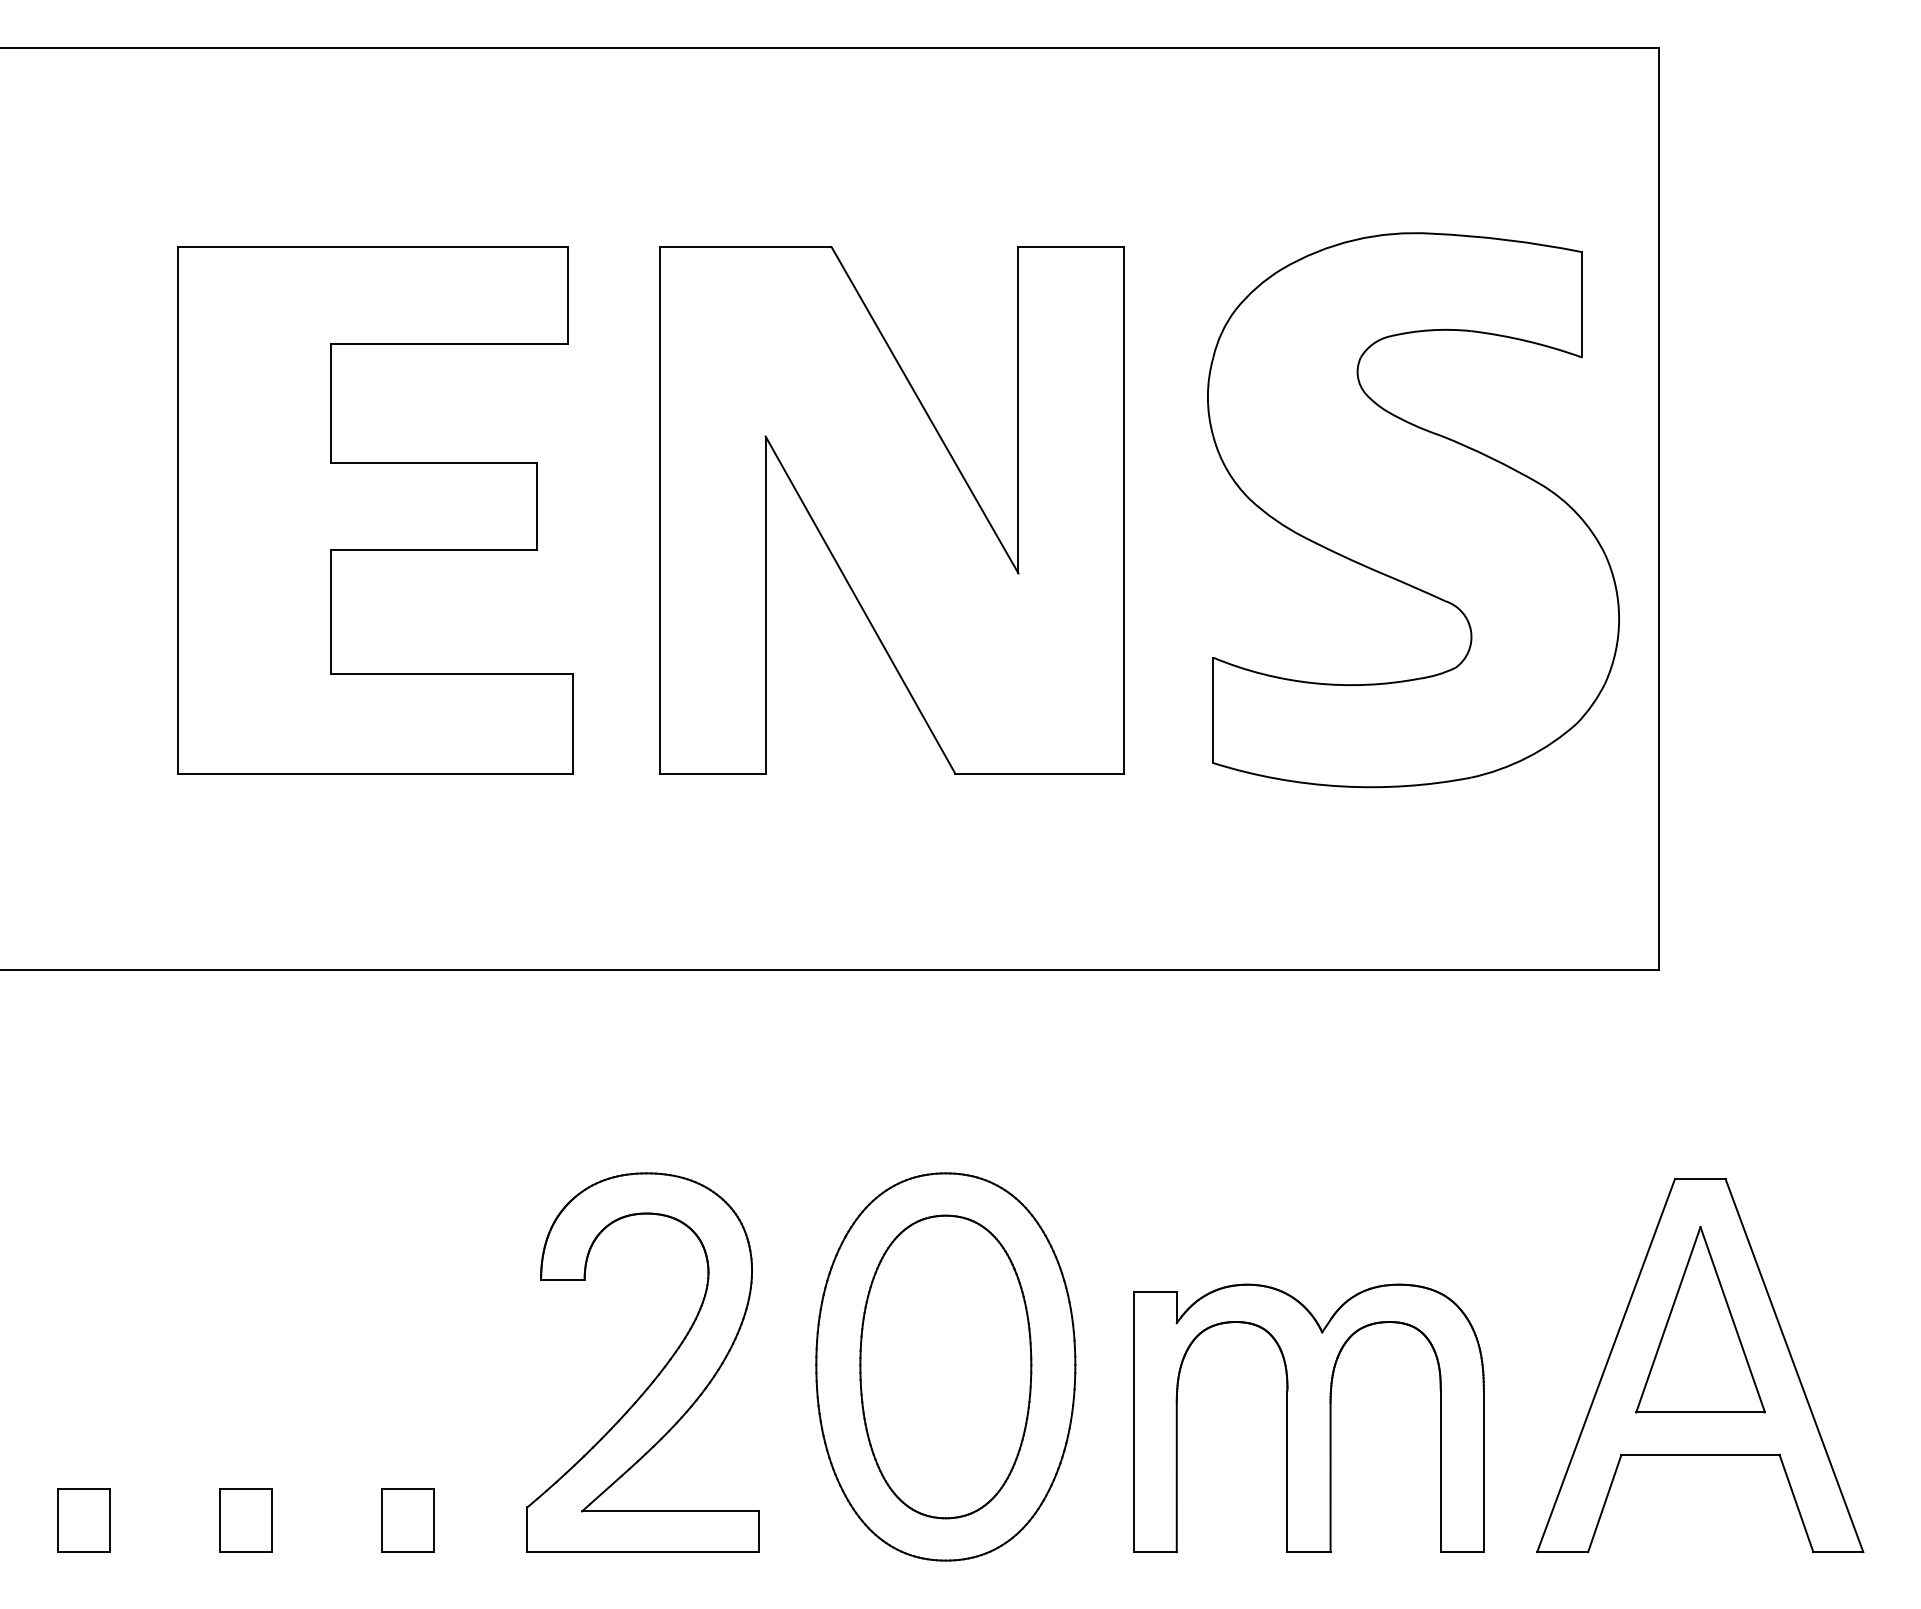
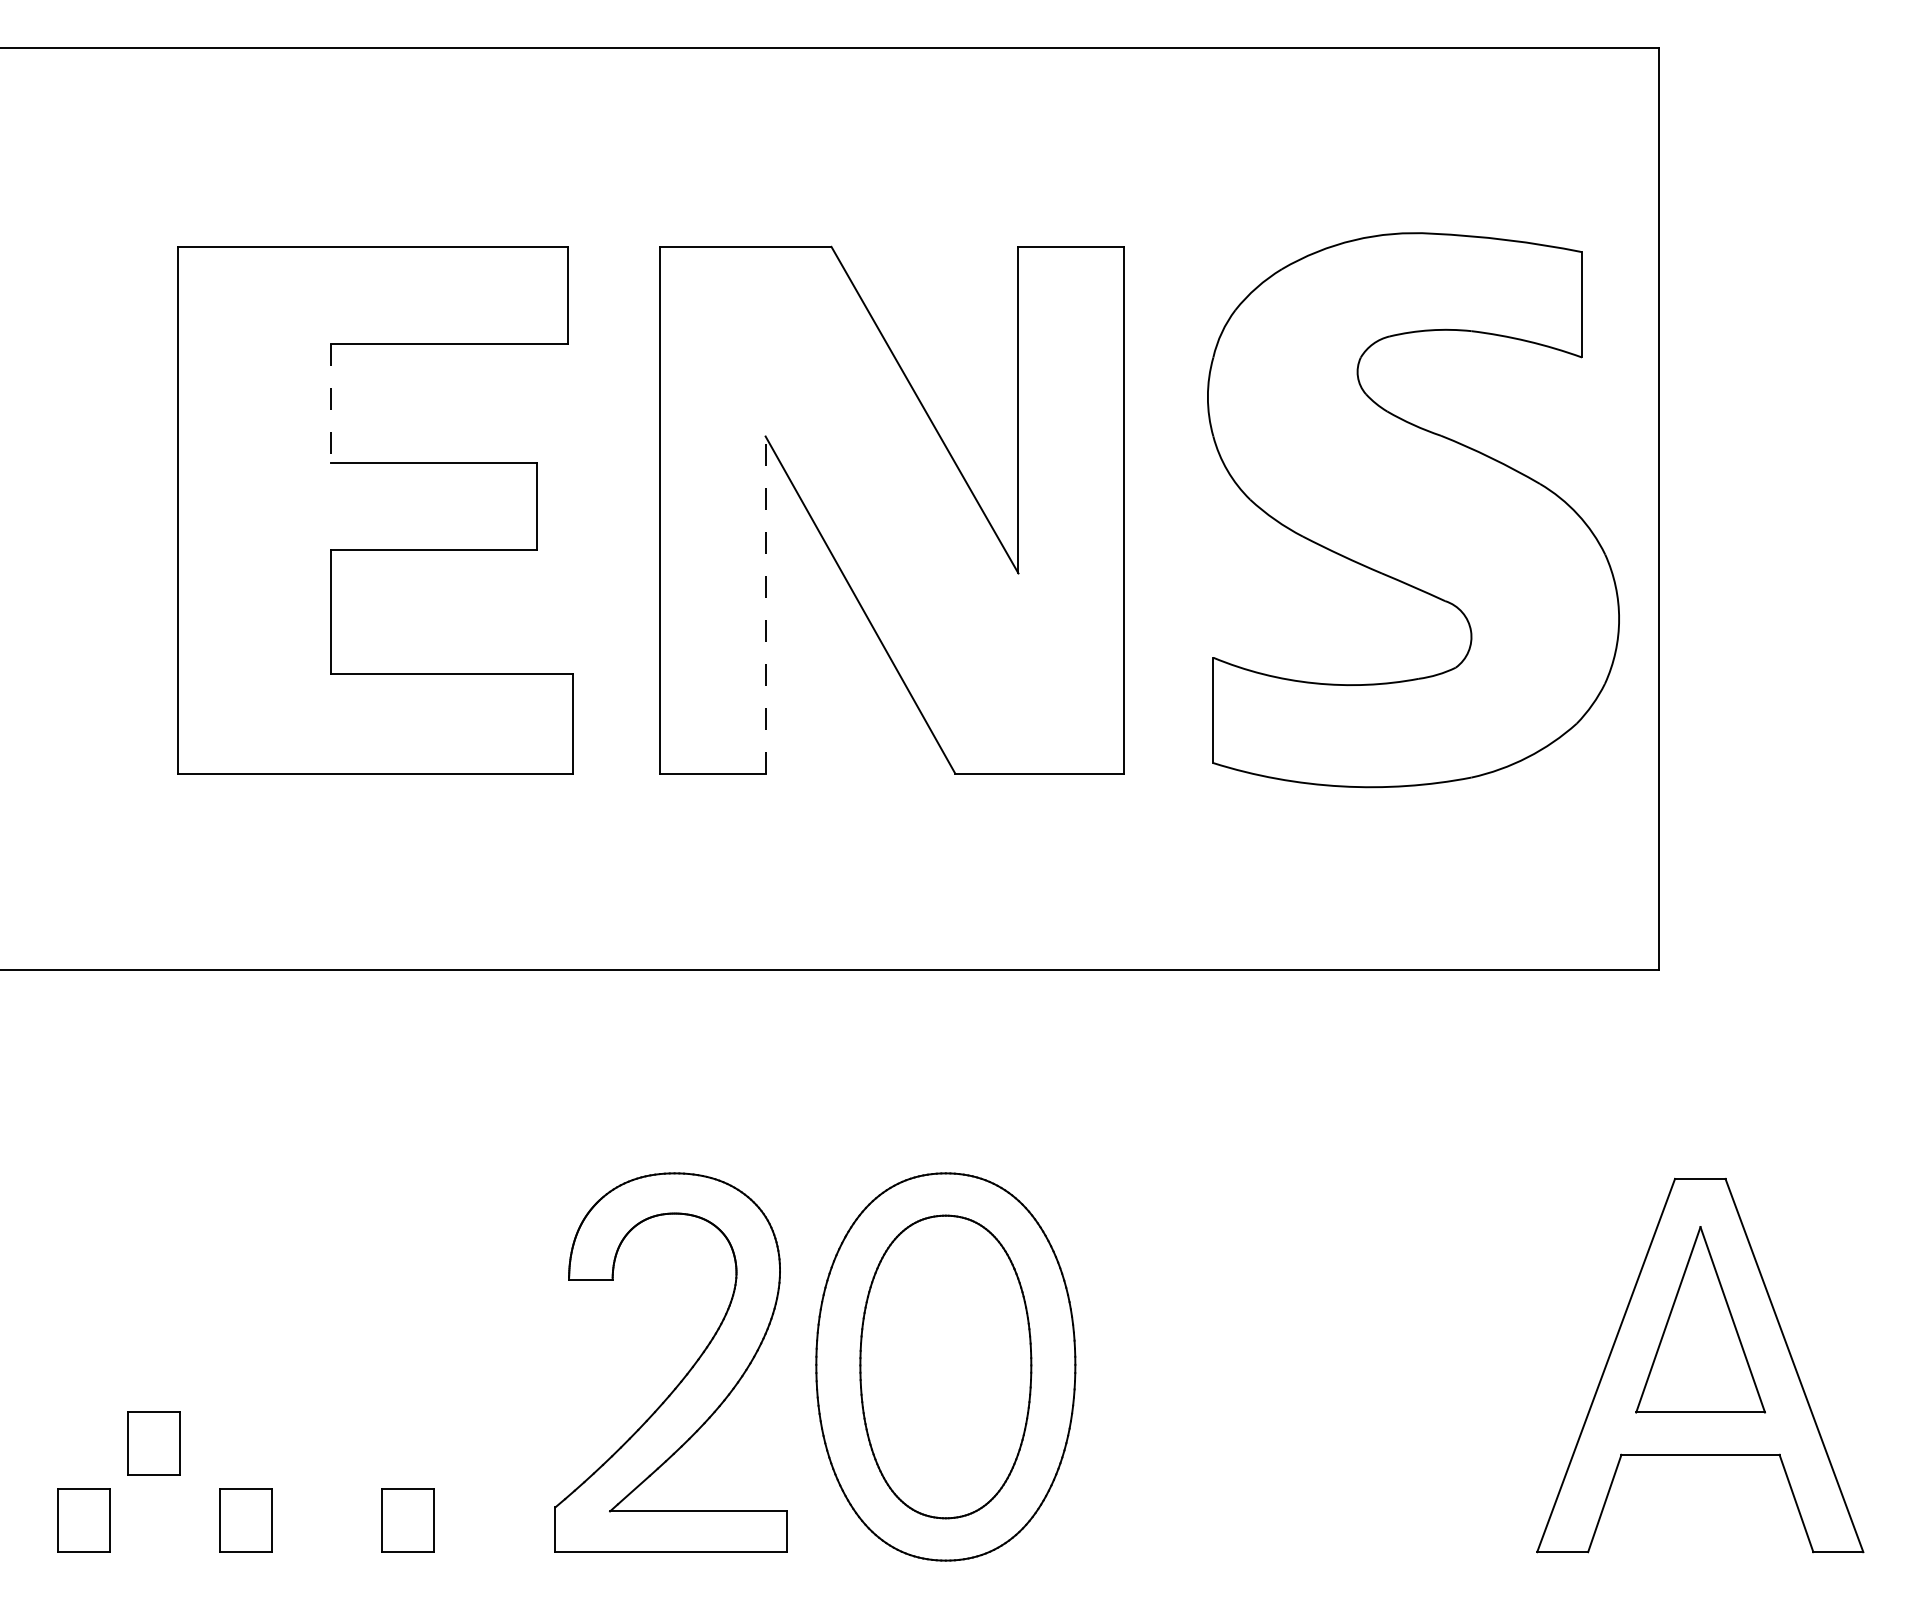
line at (331, 404): solid -> dashed
line at (765, 605): solid -> dashed
part at (657, 1374) position: (657, 1374) -> (685, 1374)
part at (1308, 1418): present -> none
part at (153, 1443): none -> present
